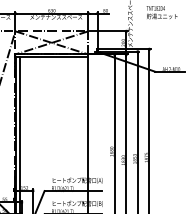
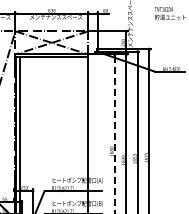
text at (161, 12) position: (161, 12) -> (169, 13)
line at (114, 135): solid -> dashed
